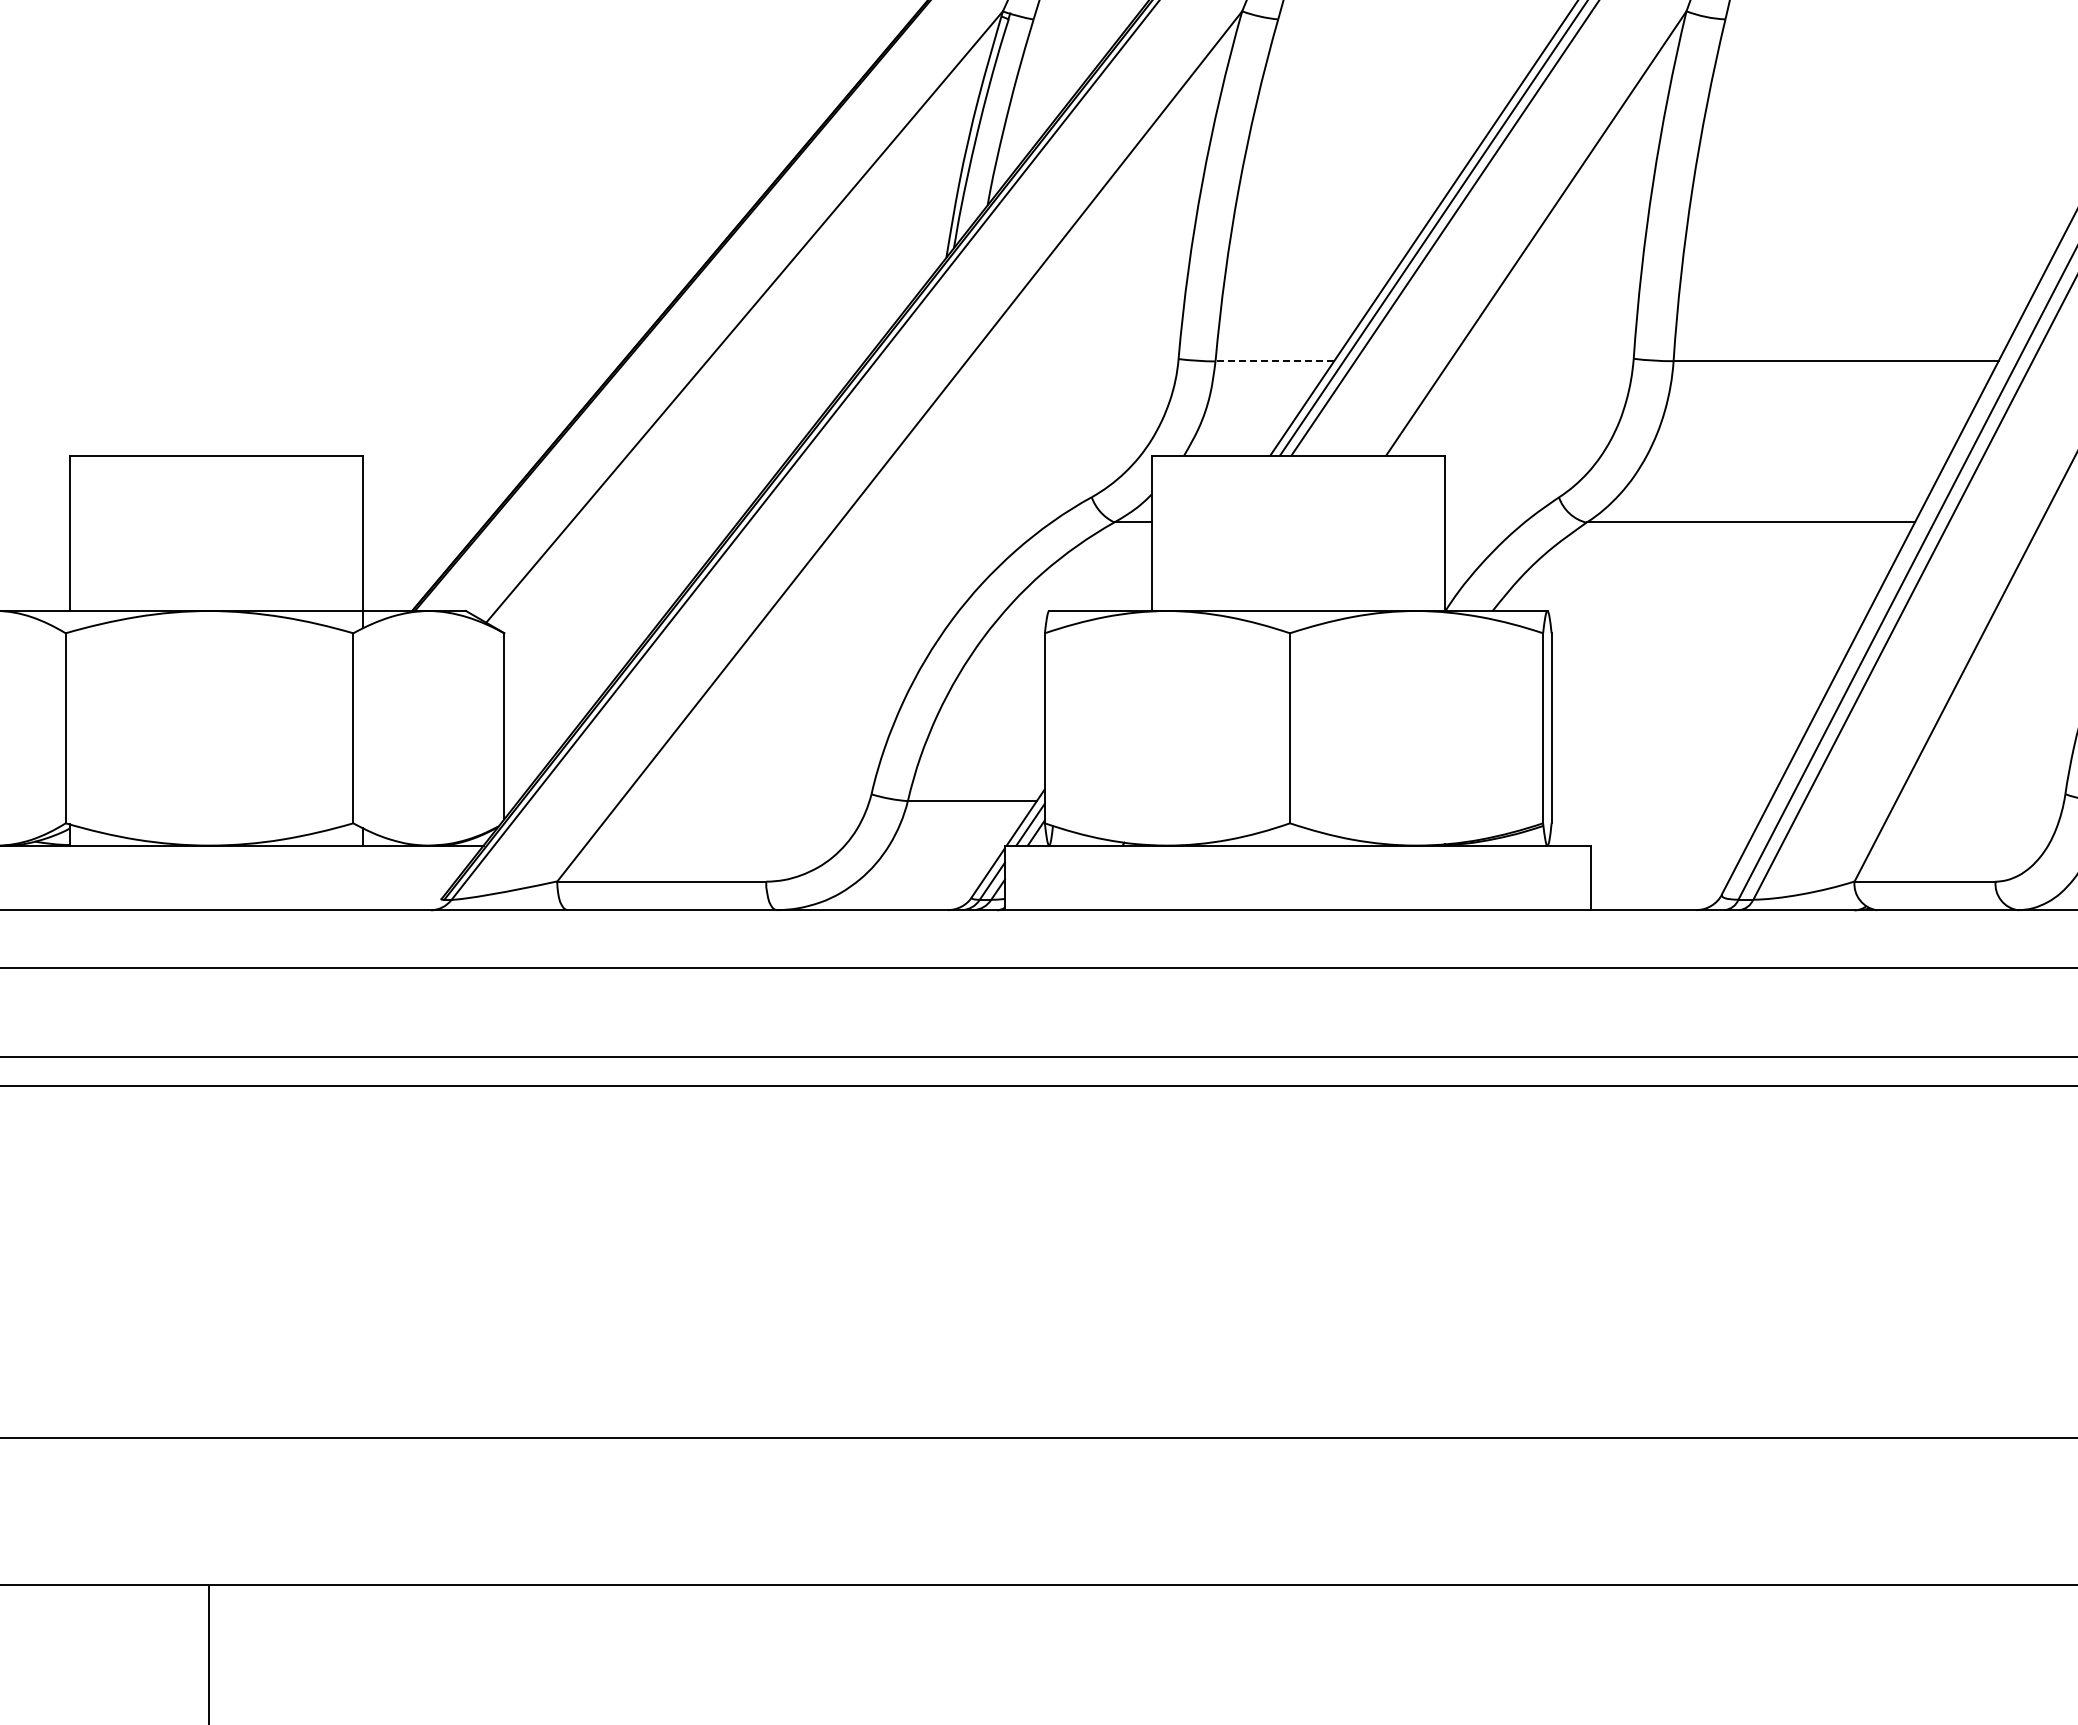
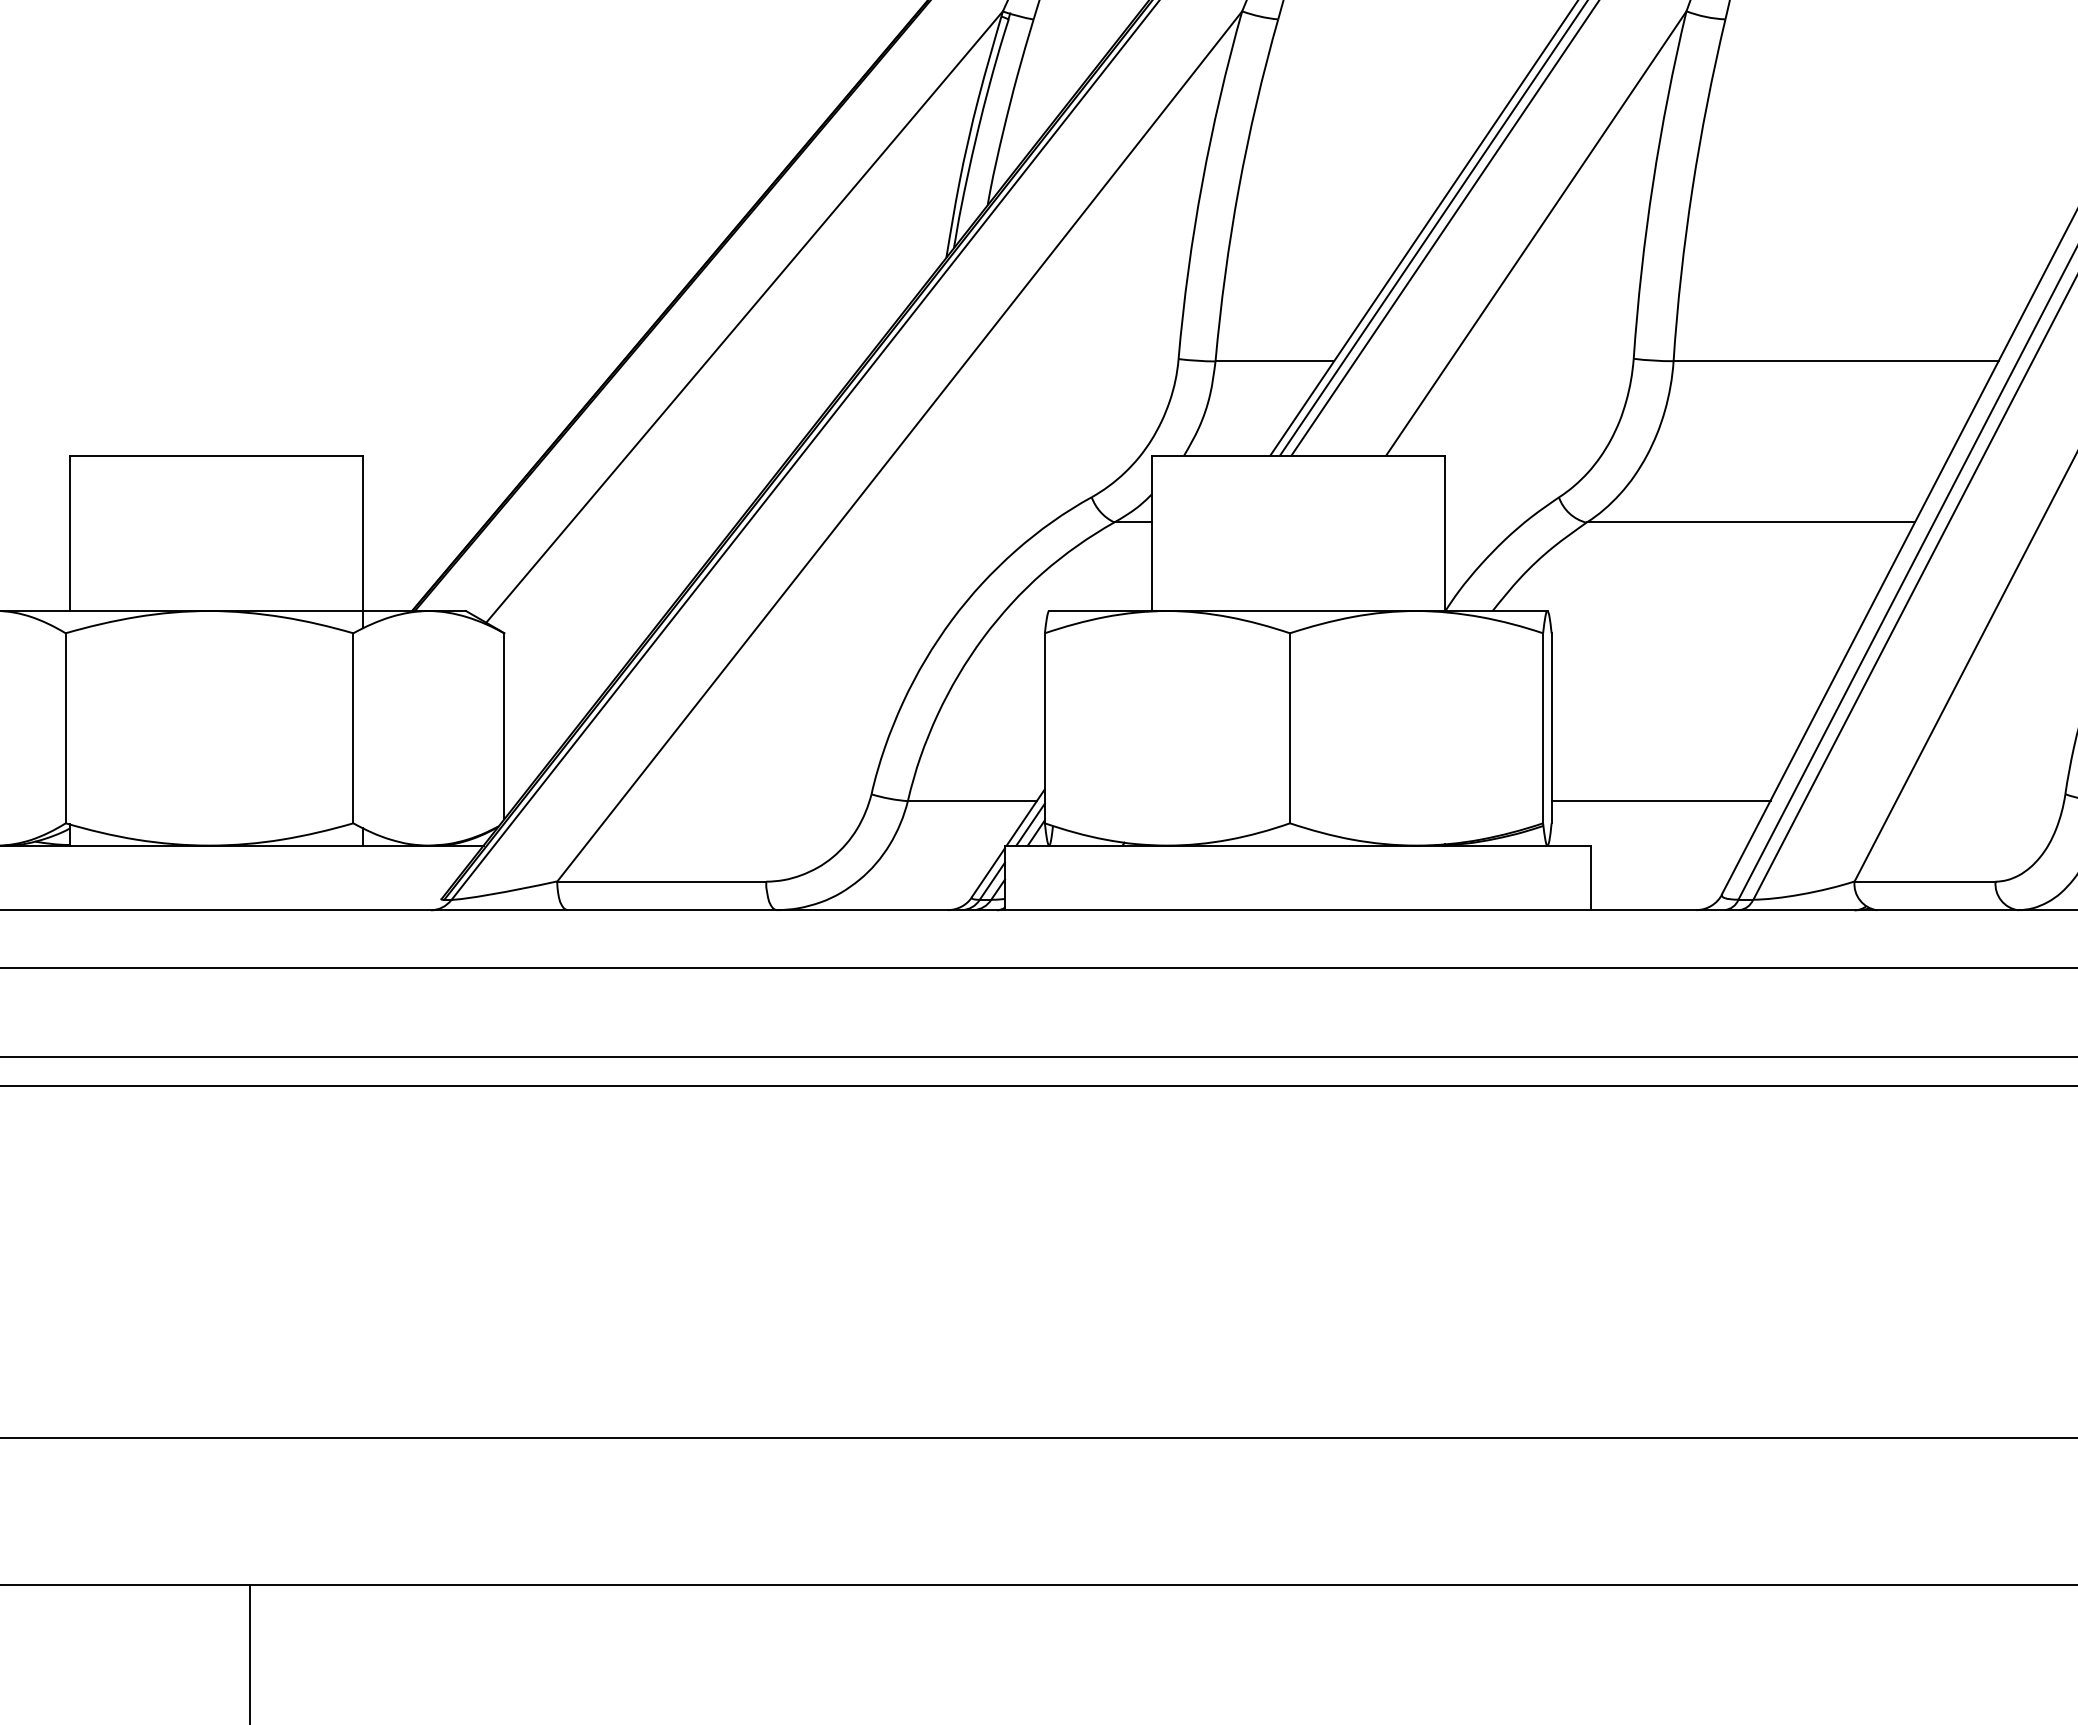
line at (1274, 361): dashed -> solid
line at (1660, 801): none -> present
line at (209, 1652) position: (209, 1652) -> (250, 1652)
